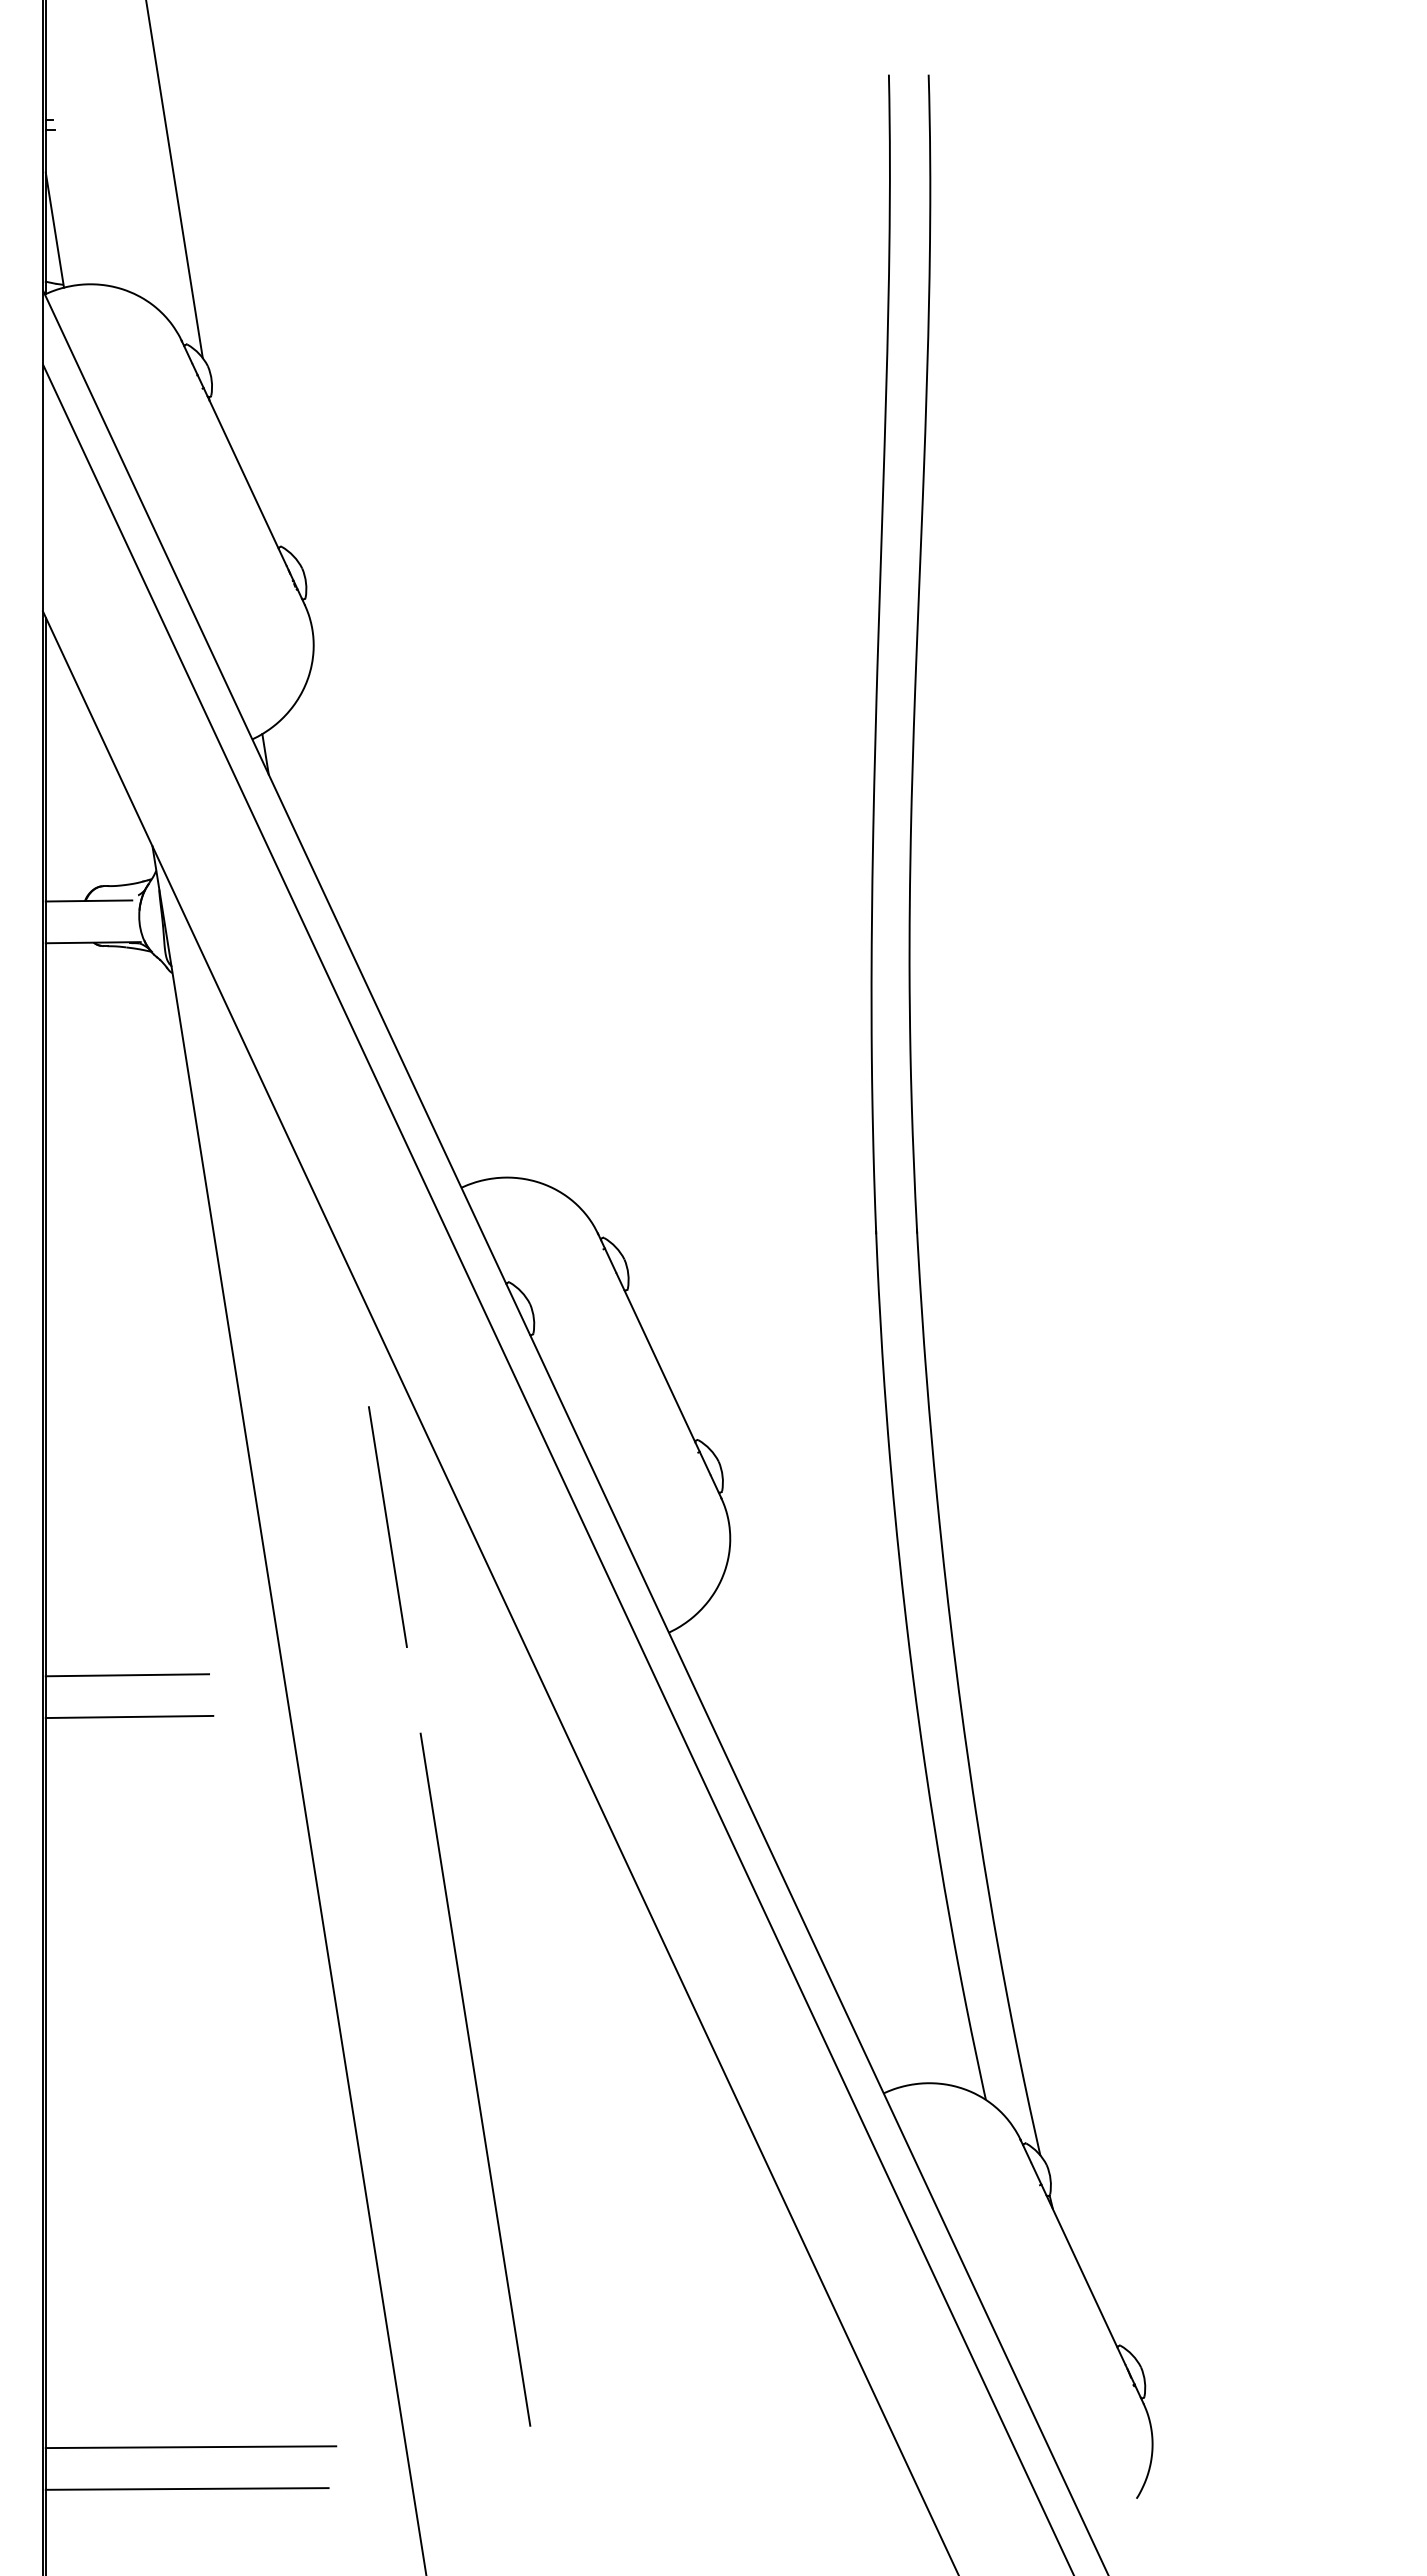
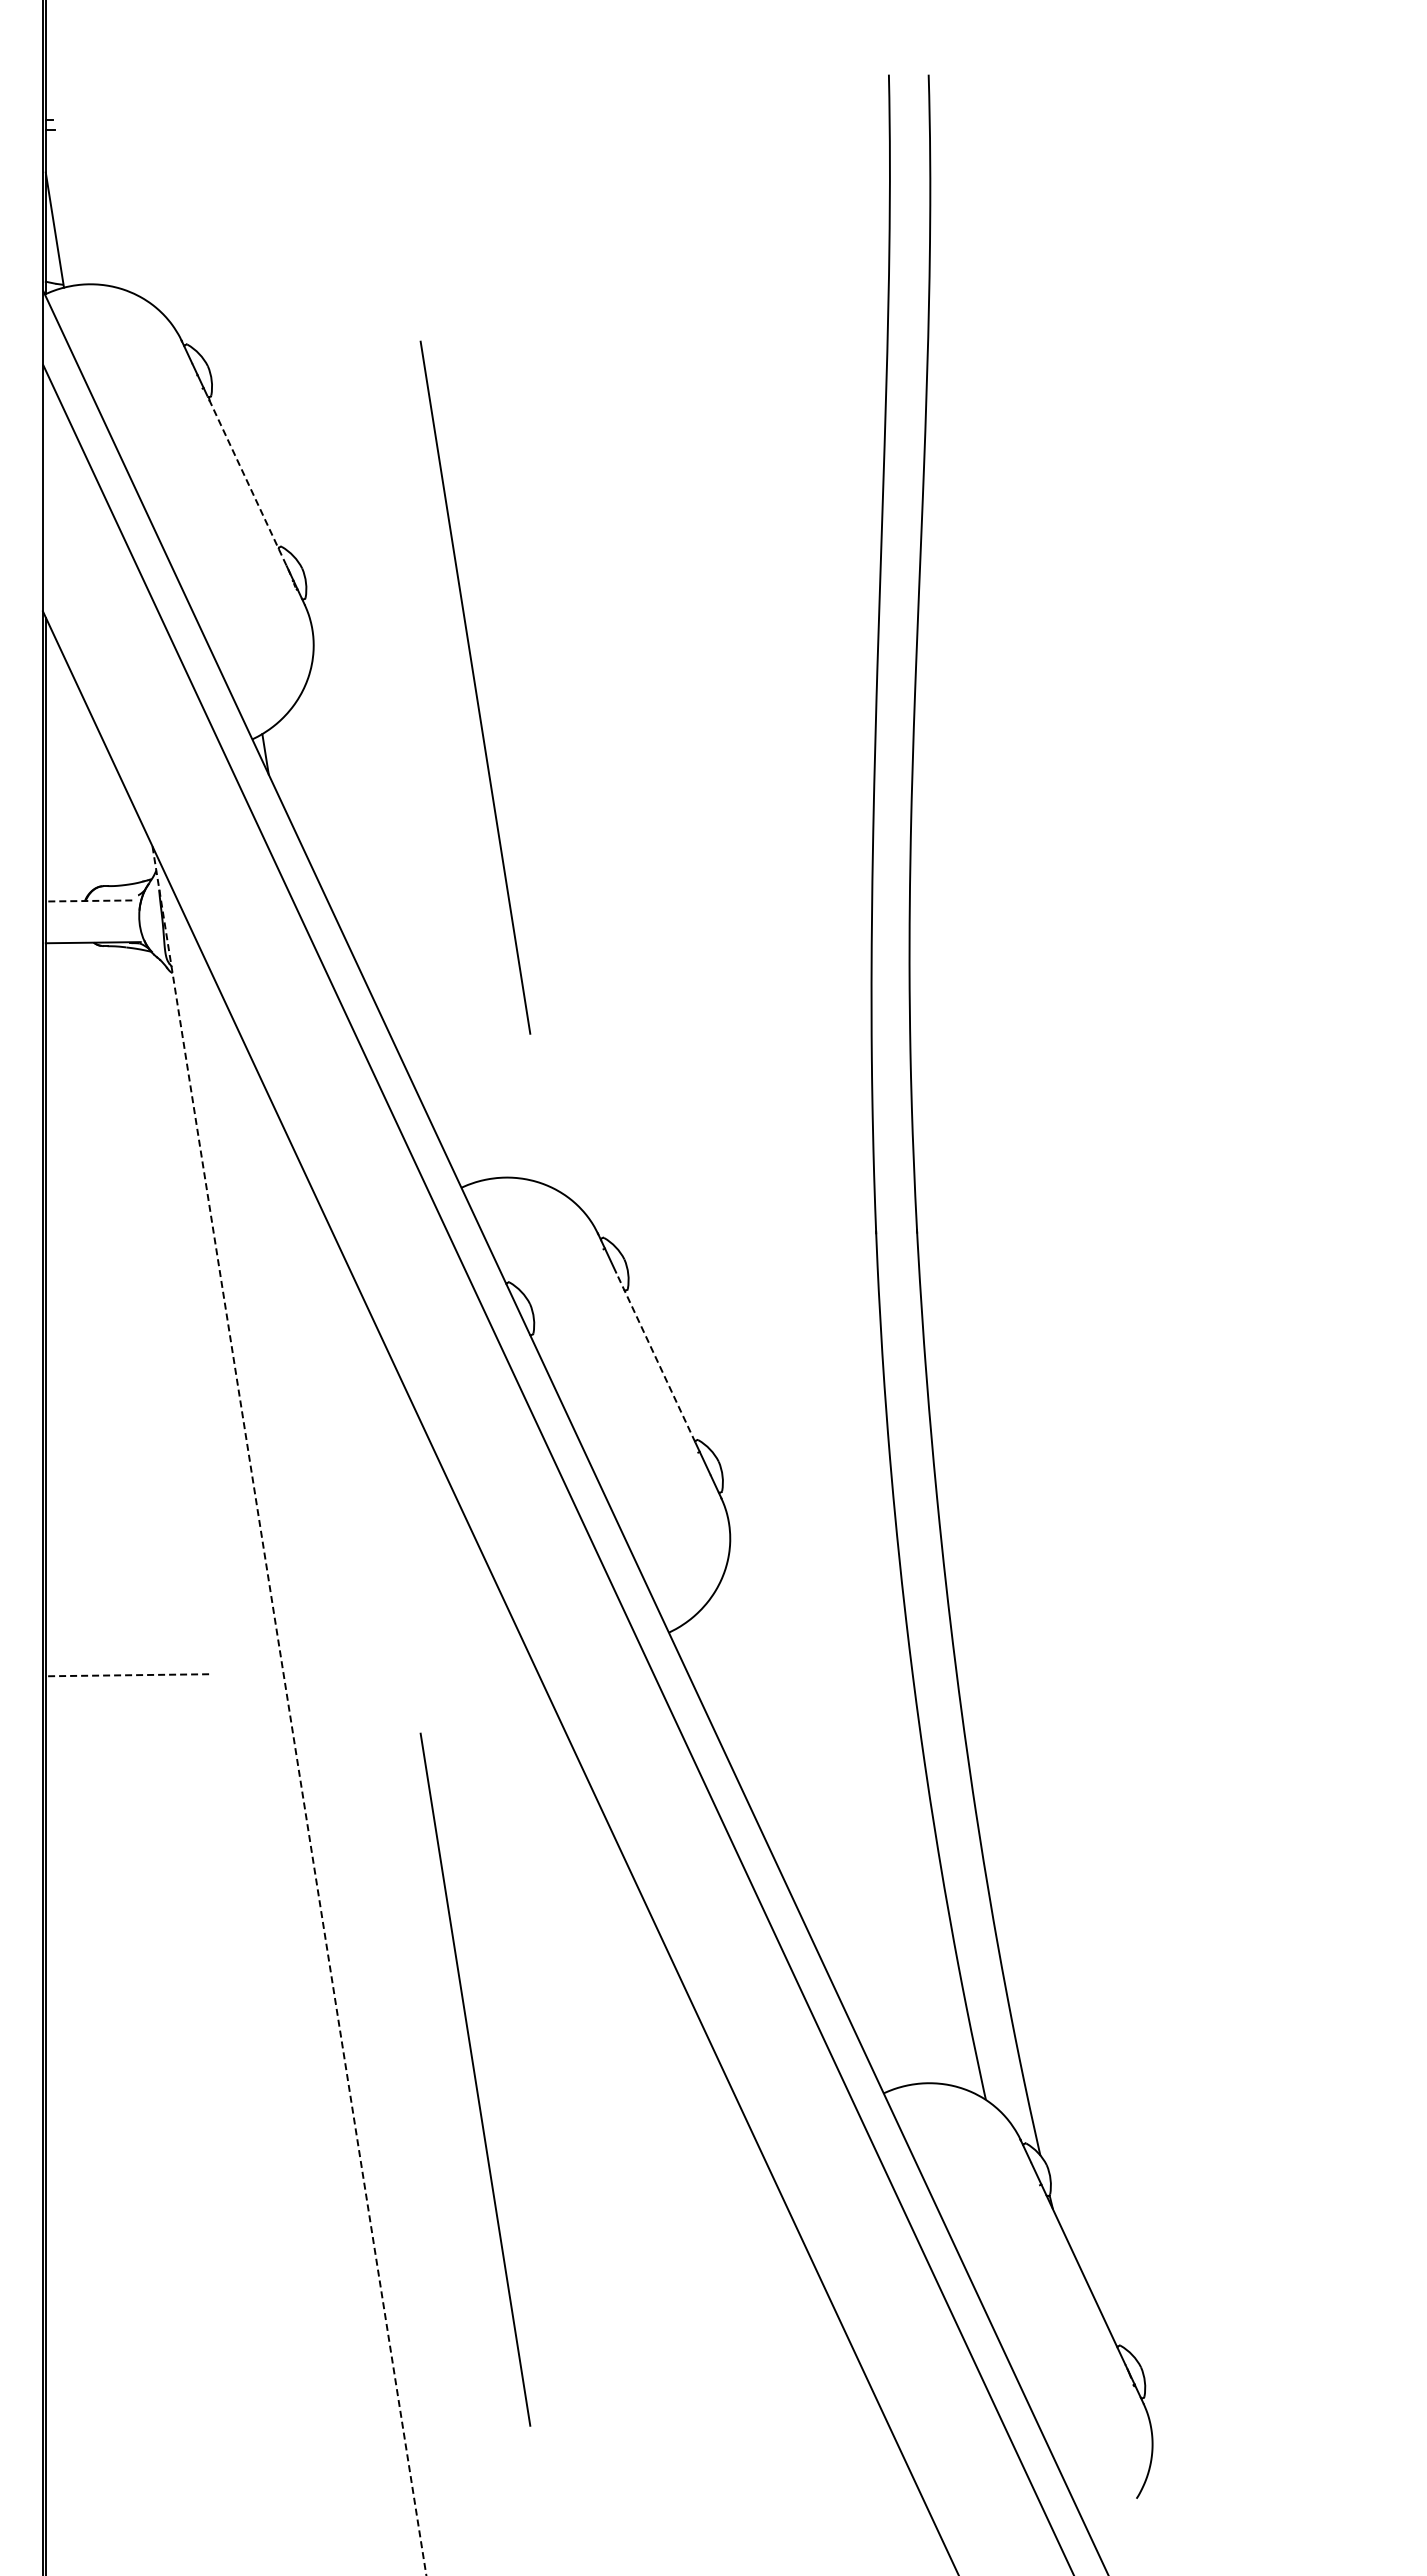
line at (174, 180): present -> none
line at (246, 480): solid -> dashed
line at (475, 687): none -> present
line at (88, 900): solid -> dashed
line at (655, 1357): solid -> dashed
line at (387, 1526): present -> none
line at (127, 1675): solid -> dashed
line at (289, 1711): solid -> dashed
line at (129, 1716): present -> none
line at (190, 2447): present -> none
line at (186, 2488): present -> none
